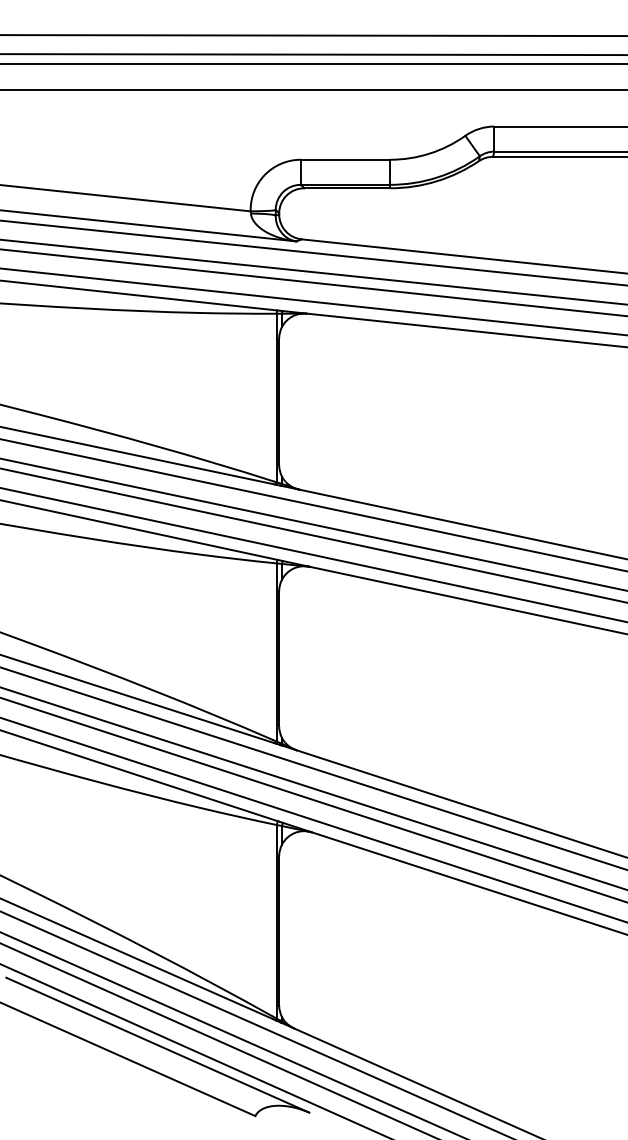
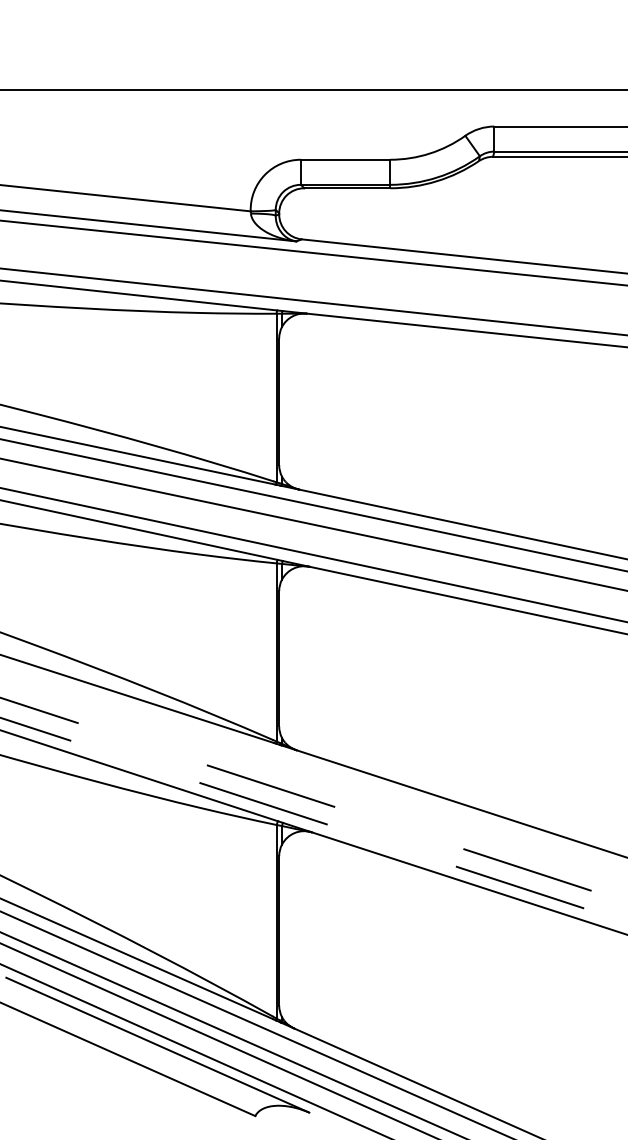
line at (313, 35): present -> none
line at (313, 54): present -> none
line at (313, 64): present -> none
line at (313, 271): present -> none
line at (313, 282): present -> none
line at (313, 535): present -> none
line at (313, 768): present -> none
line at (313, 788): present -> none
line at (314, 800): solid -> dashed
line at (314, 820): solid -> dashed
